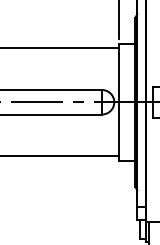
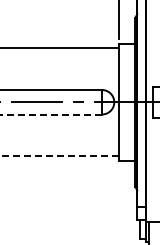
line at (51, 114): solid -> dashed
line at (59, 156): solid -> dashed
